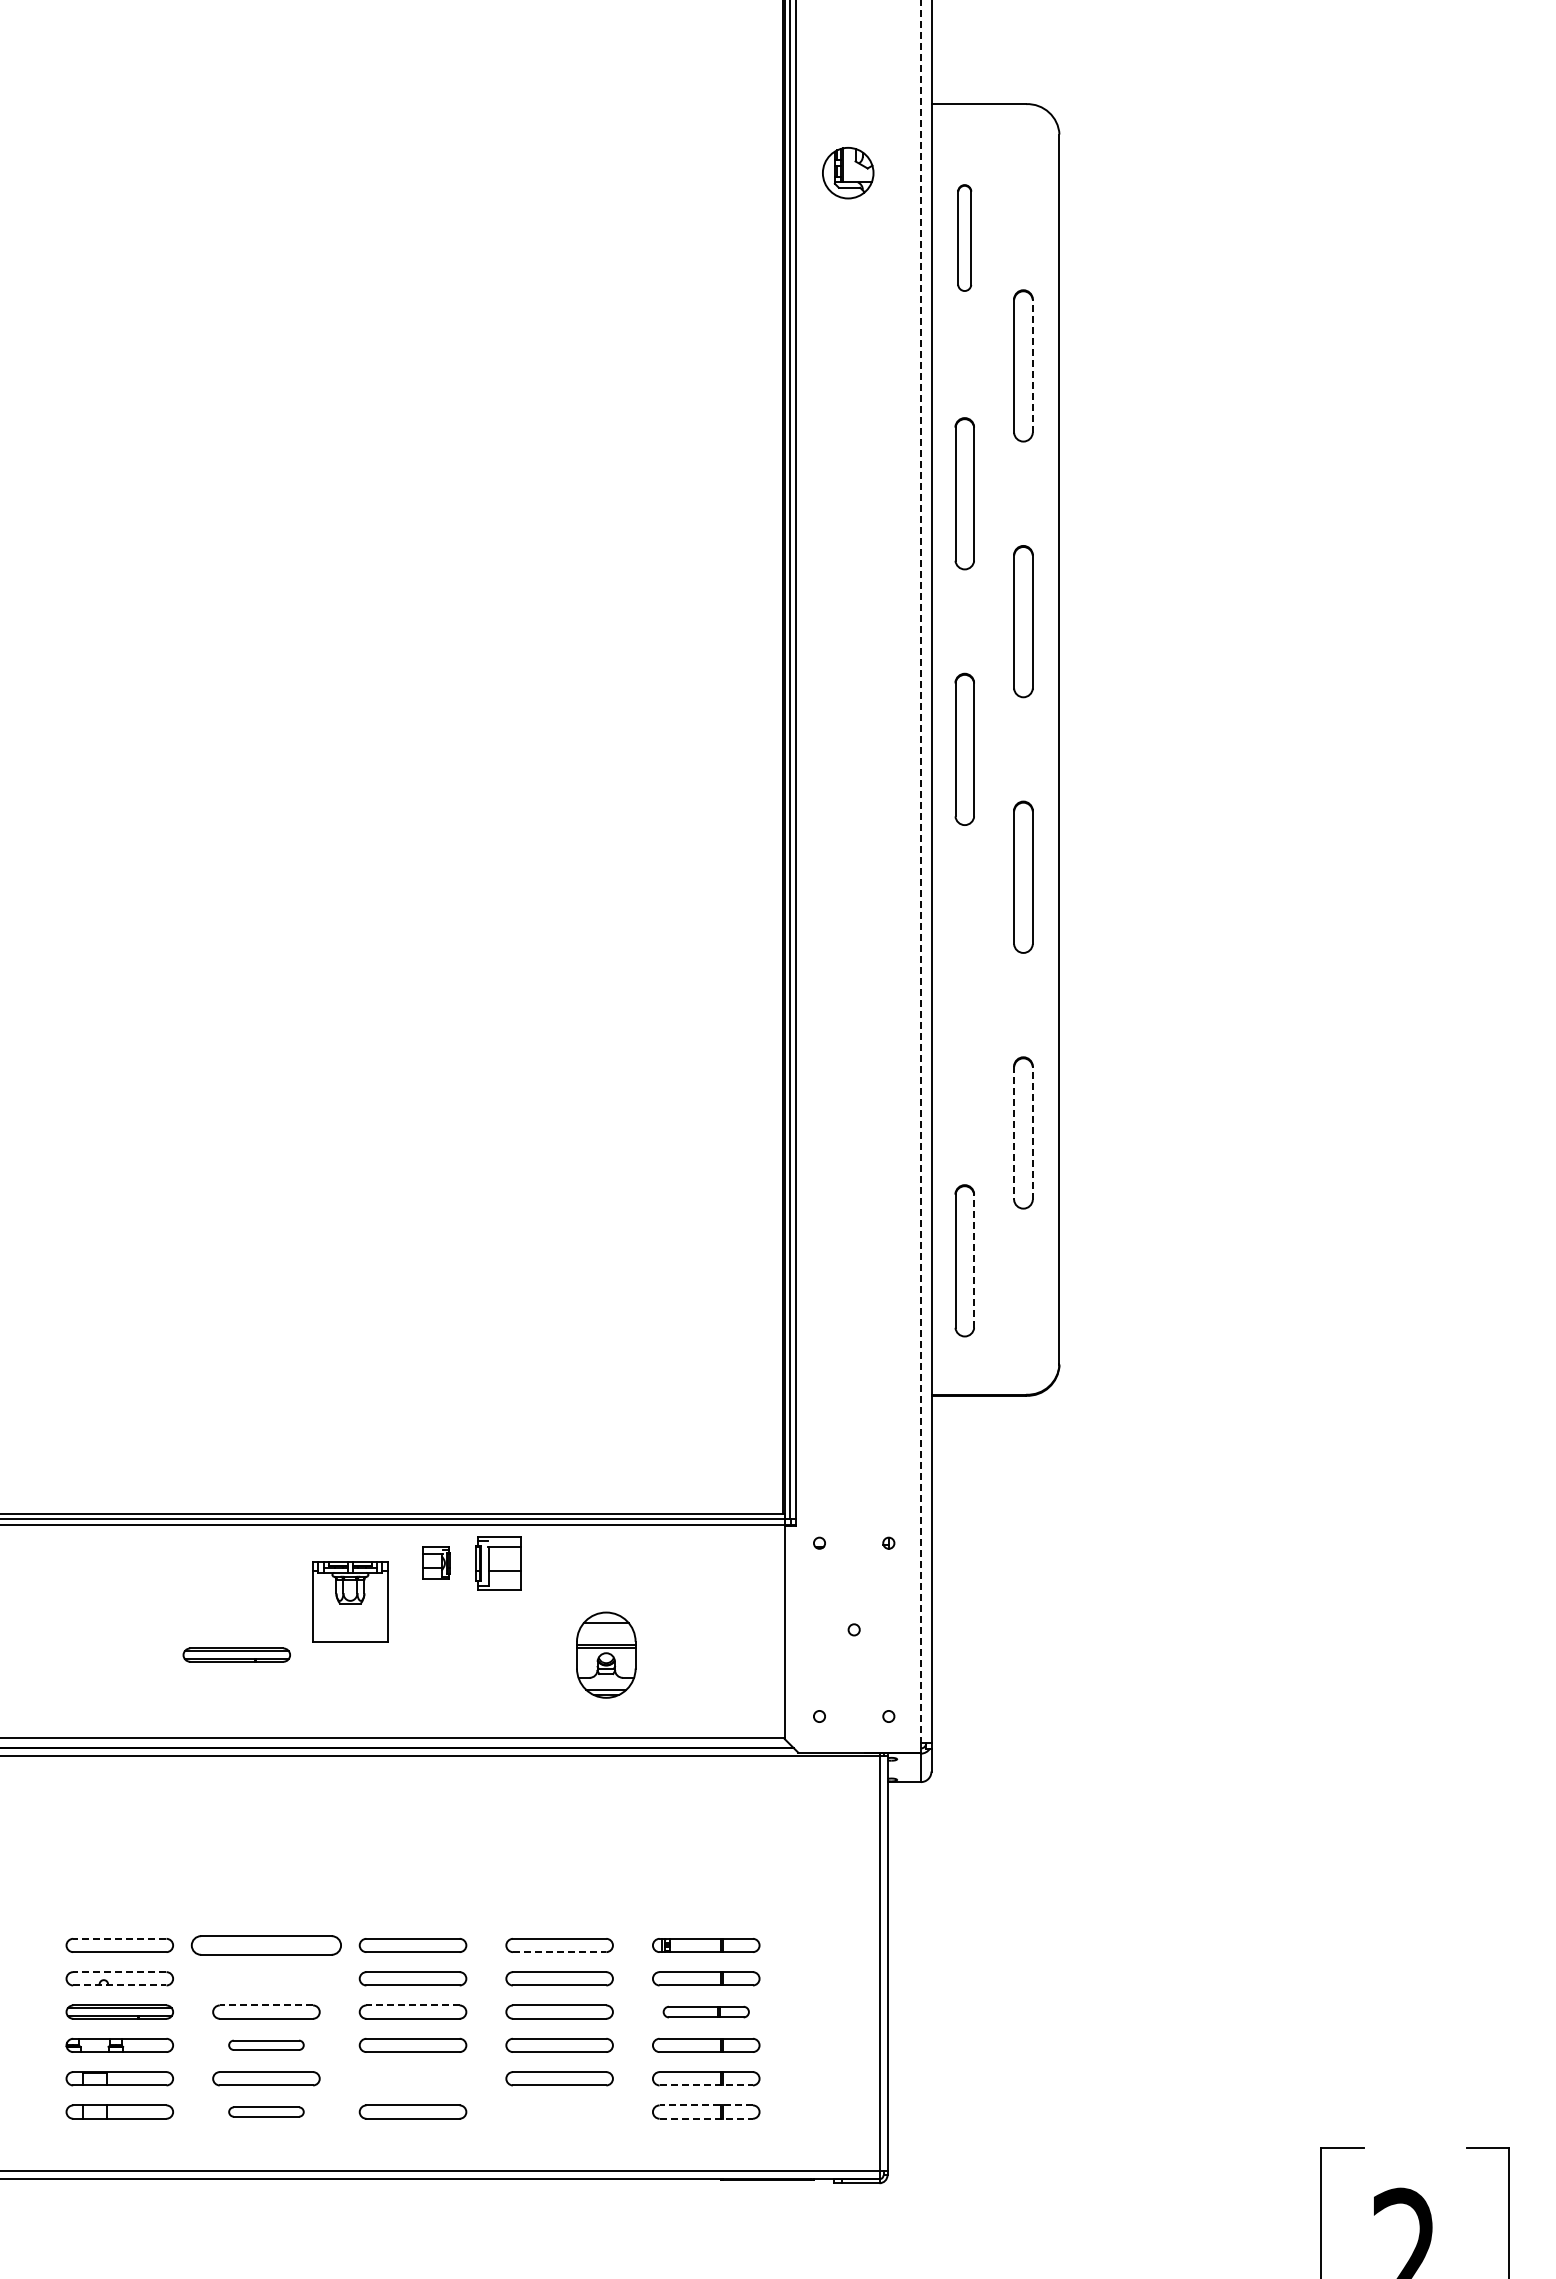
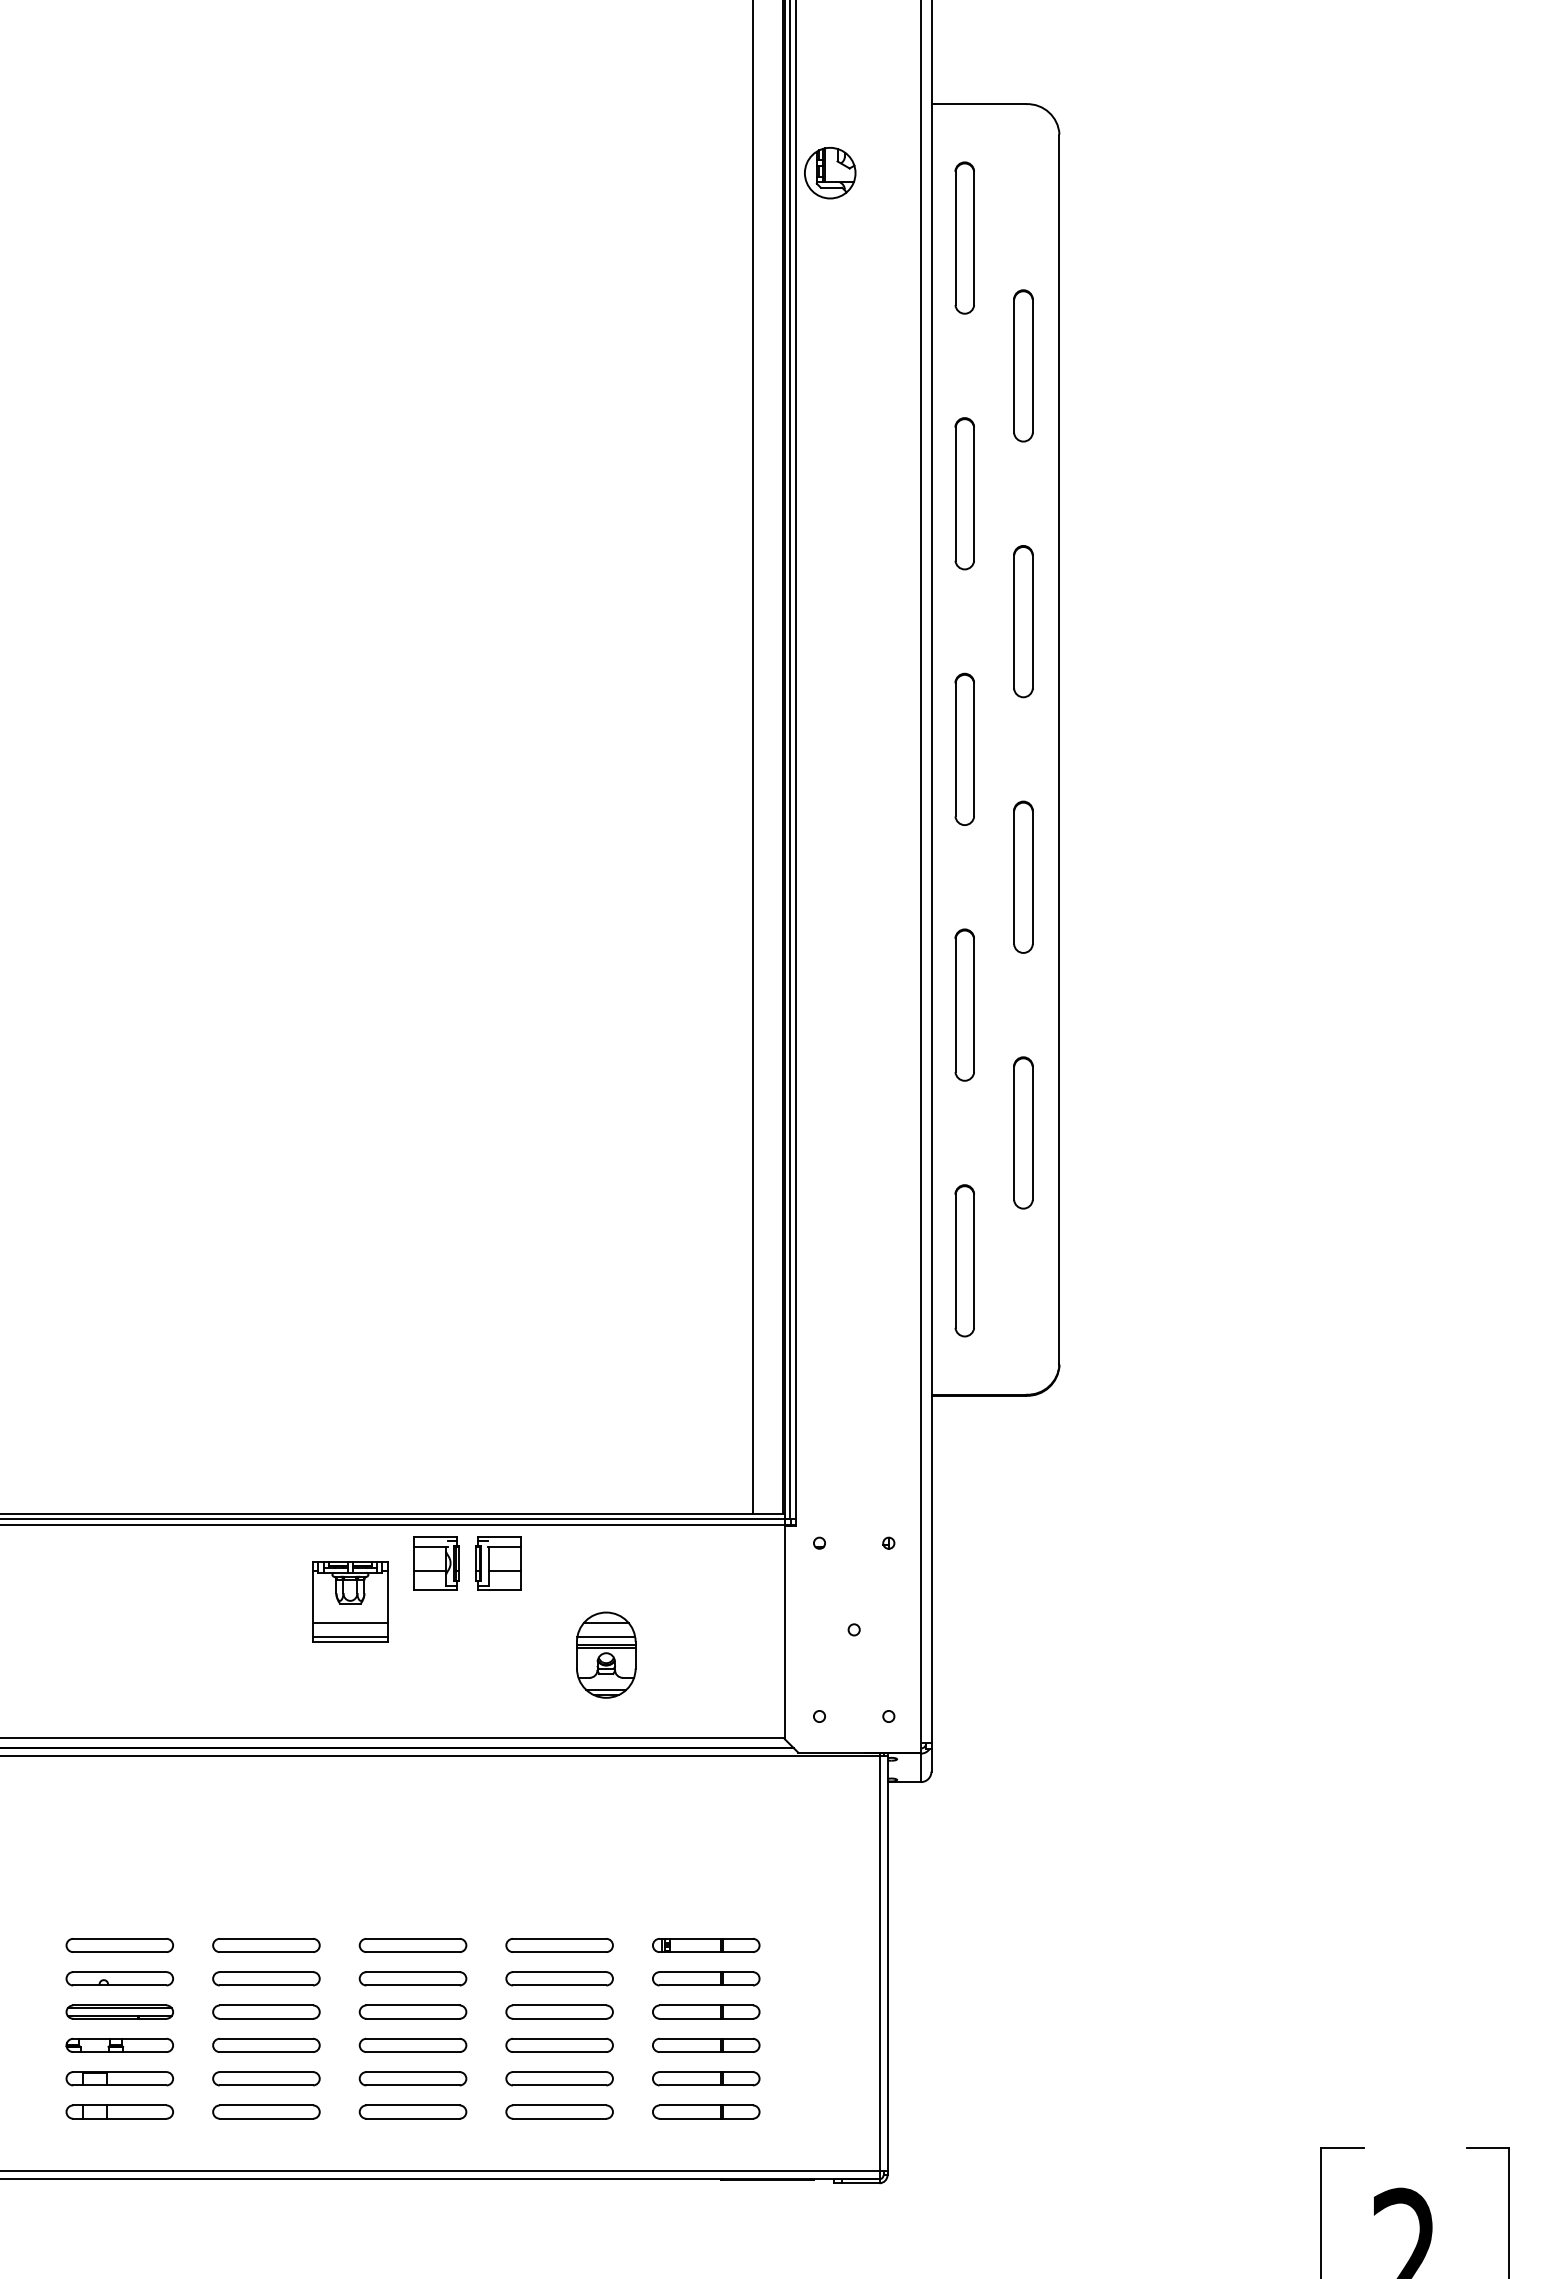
part at (848, 173) position: (848, 173) -> (830, 173)
part at (964, 237) size: 16x108 px -> 21x154 px
line at (1032, 365): dashed -> solid
line at (752, 757): none -> present
line at (920, 872): dashed -> solid
part at (964, 1004): none -> present
line at (1014, 1132): dashed -> solid
line at (1032, 1132): dashed -> solid
line at (974, 1260): dashed -> solid
part at (436, 1562) size: 29x34 px -> 47x55 px
line at (350, 1622): none -> present
line at (350, 1636): none -> present
line at (606, 1636): none -> present
part at (236, 1654): present -> none
line at (119, 1938): dashed -> solid
part at (265, 1945) size: 152x21 px -> 109x15 px
line at (559, 1952): dashed -> solid
line at (119, 1972): dashed -> solid
part at (266, 1978): none -> present
line at (119, 1985): dashed -> solid
line at (266, 2005): dashed -> solid
line at (413, 2005): dashed -> solid
part at (705, 2011) size: 88x14 px -> 109x16 px
part at (266, 2044) size: 77x12 px -> 109x16 px
part at (412, 2078): none -> present
line at (706, 2085): dashed -> solid
line at (706, 2105): dashed -> solid
part at (266, 2111) size: 77x12 px -> 109x16 px
part at (559, 2111): none -> present
line at (706, 2118): dashed -> solid
